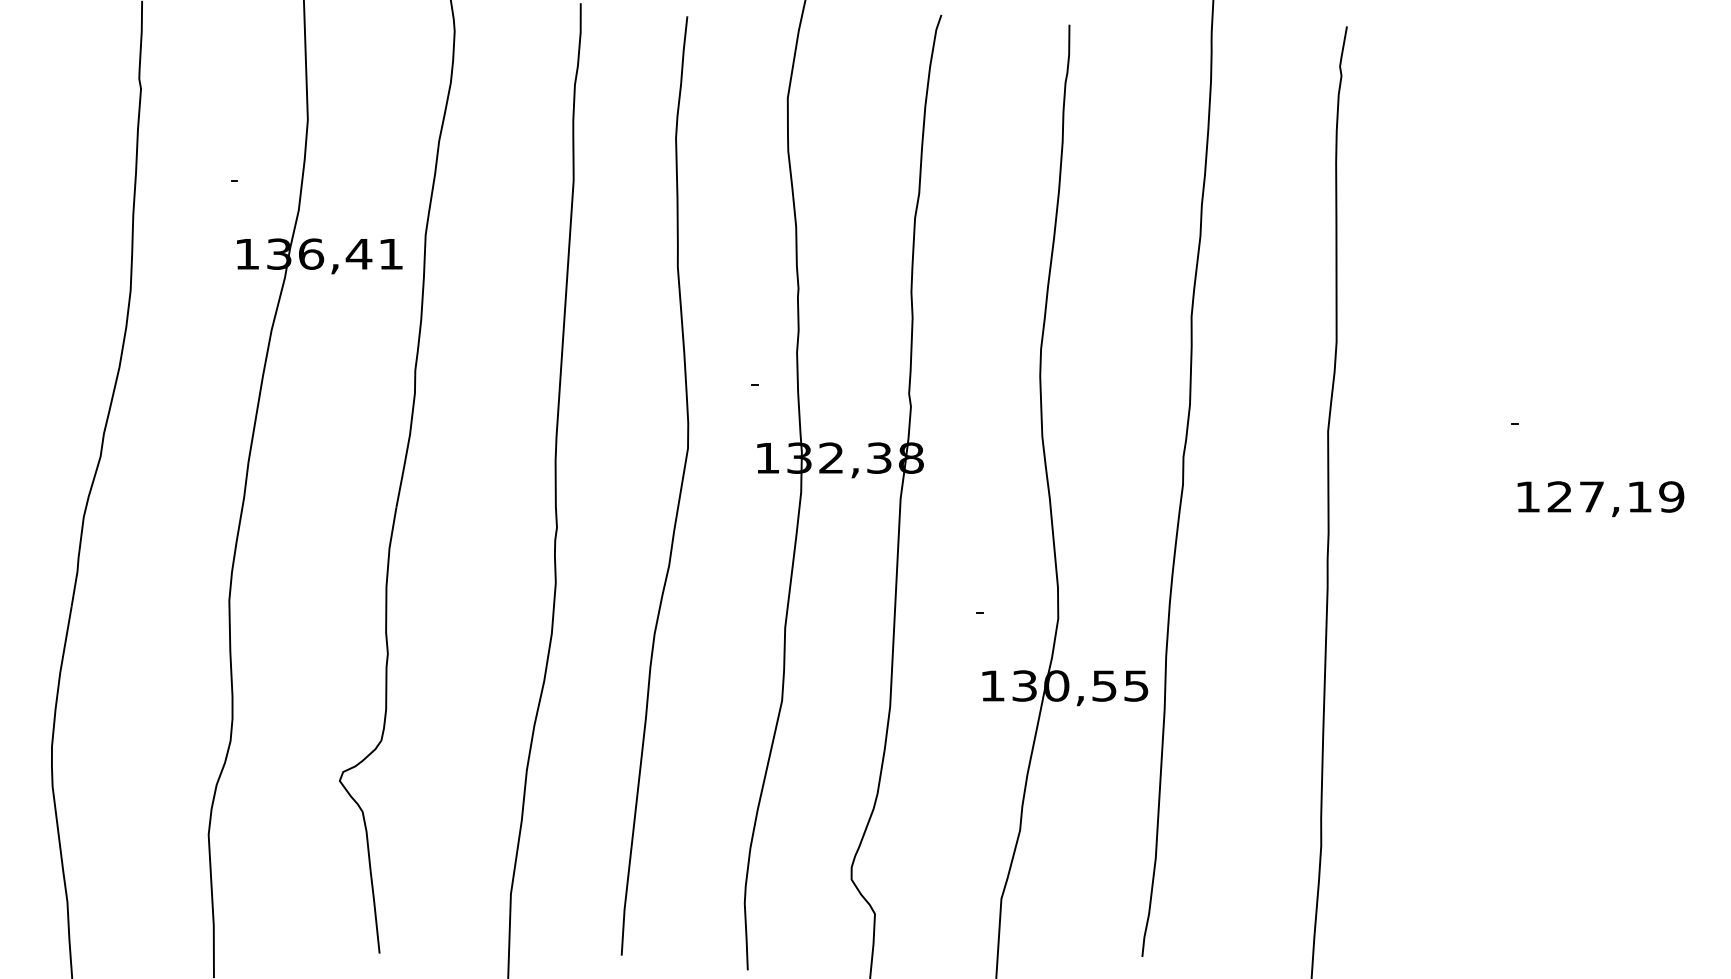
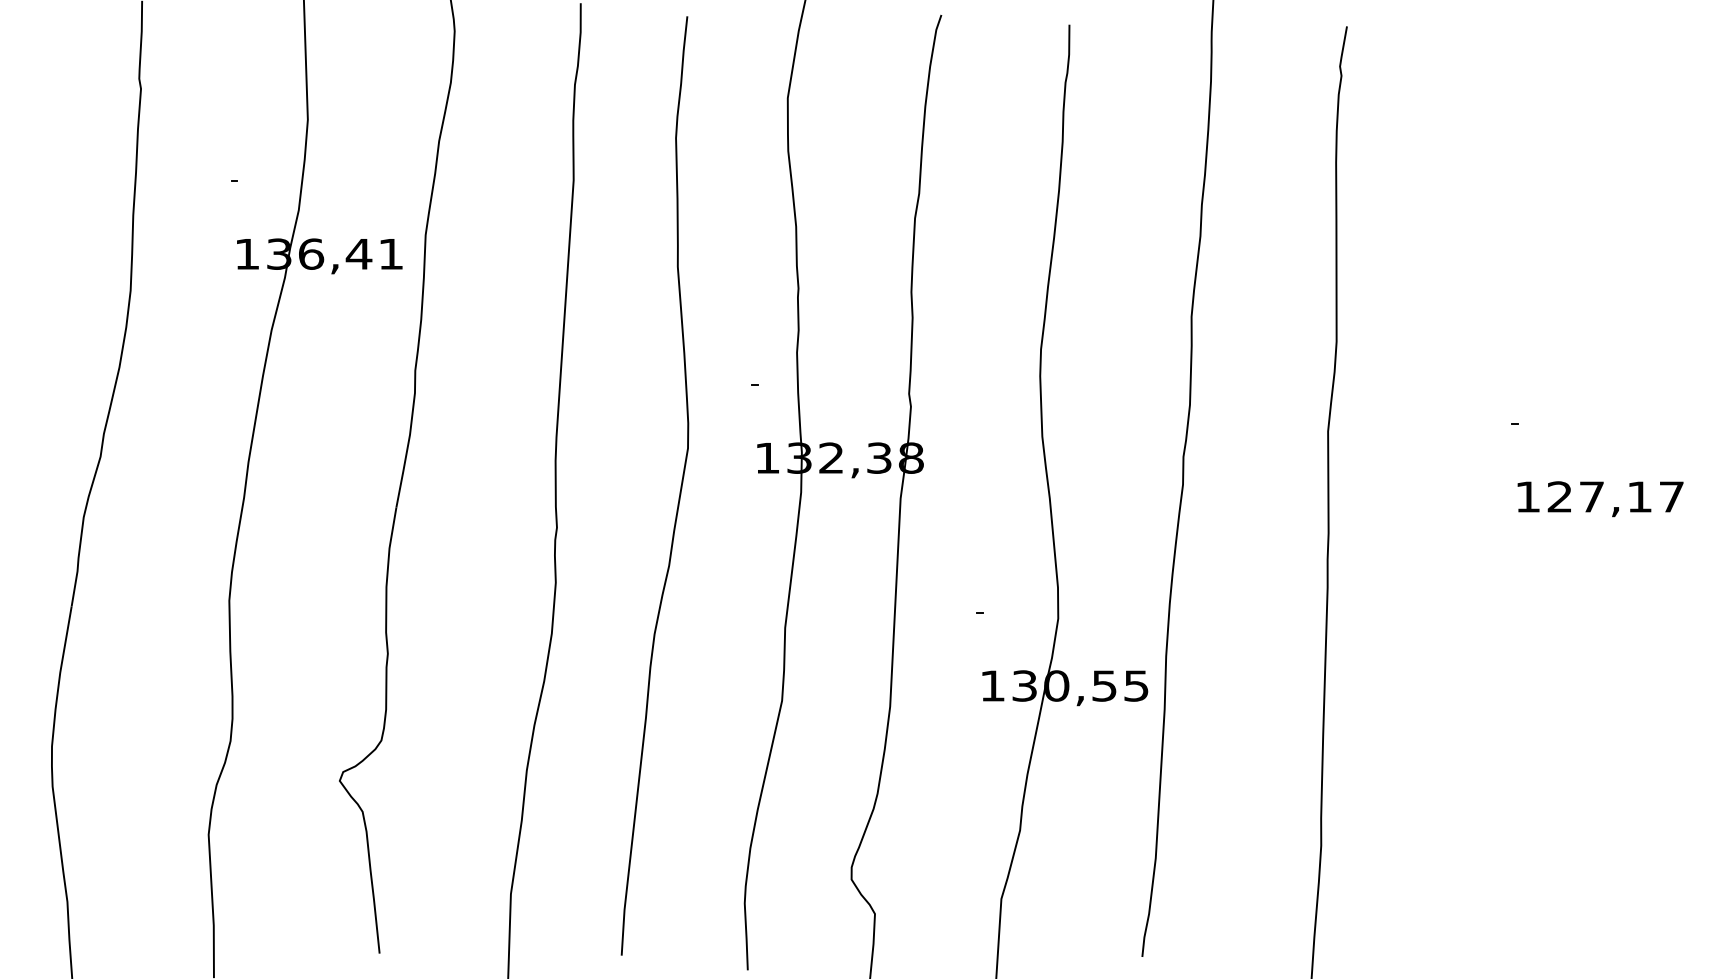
text at (1671, 496): 127,19 -> 127,17
